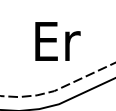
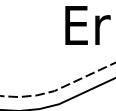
text at (57, 41) position: (57, 41) -> (87, 25)
